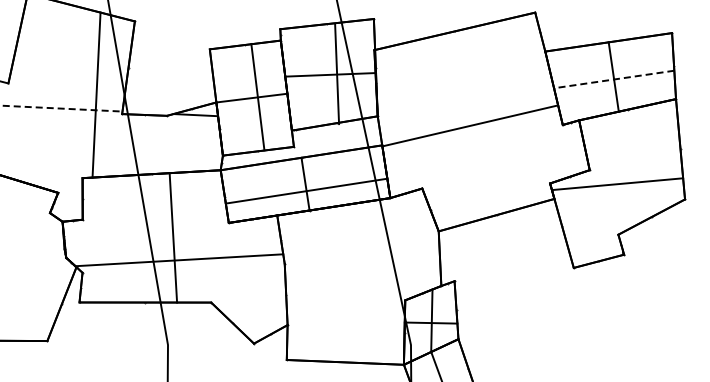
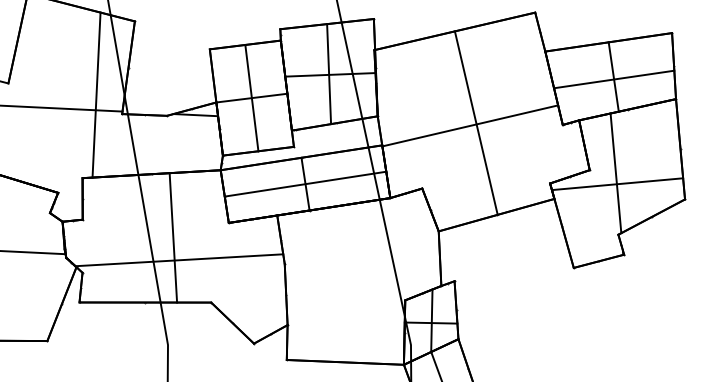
line at (337, 74) position: (337, 74) -> (329, 74)
line at (614, 79): dashed -> solid
line at (257, 96) position: (257, 96) -> (251, 97)
line at (61, 108): dashed -> solid
line at (475, 122): none -> present
line at (615, 173): none -> present
line at (306, 190) position: (306, 190) -> (305, 183)
line at (33, 252): none -> present
